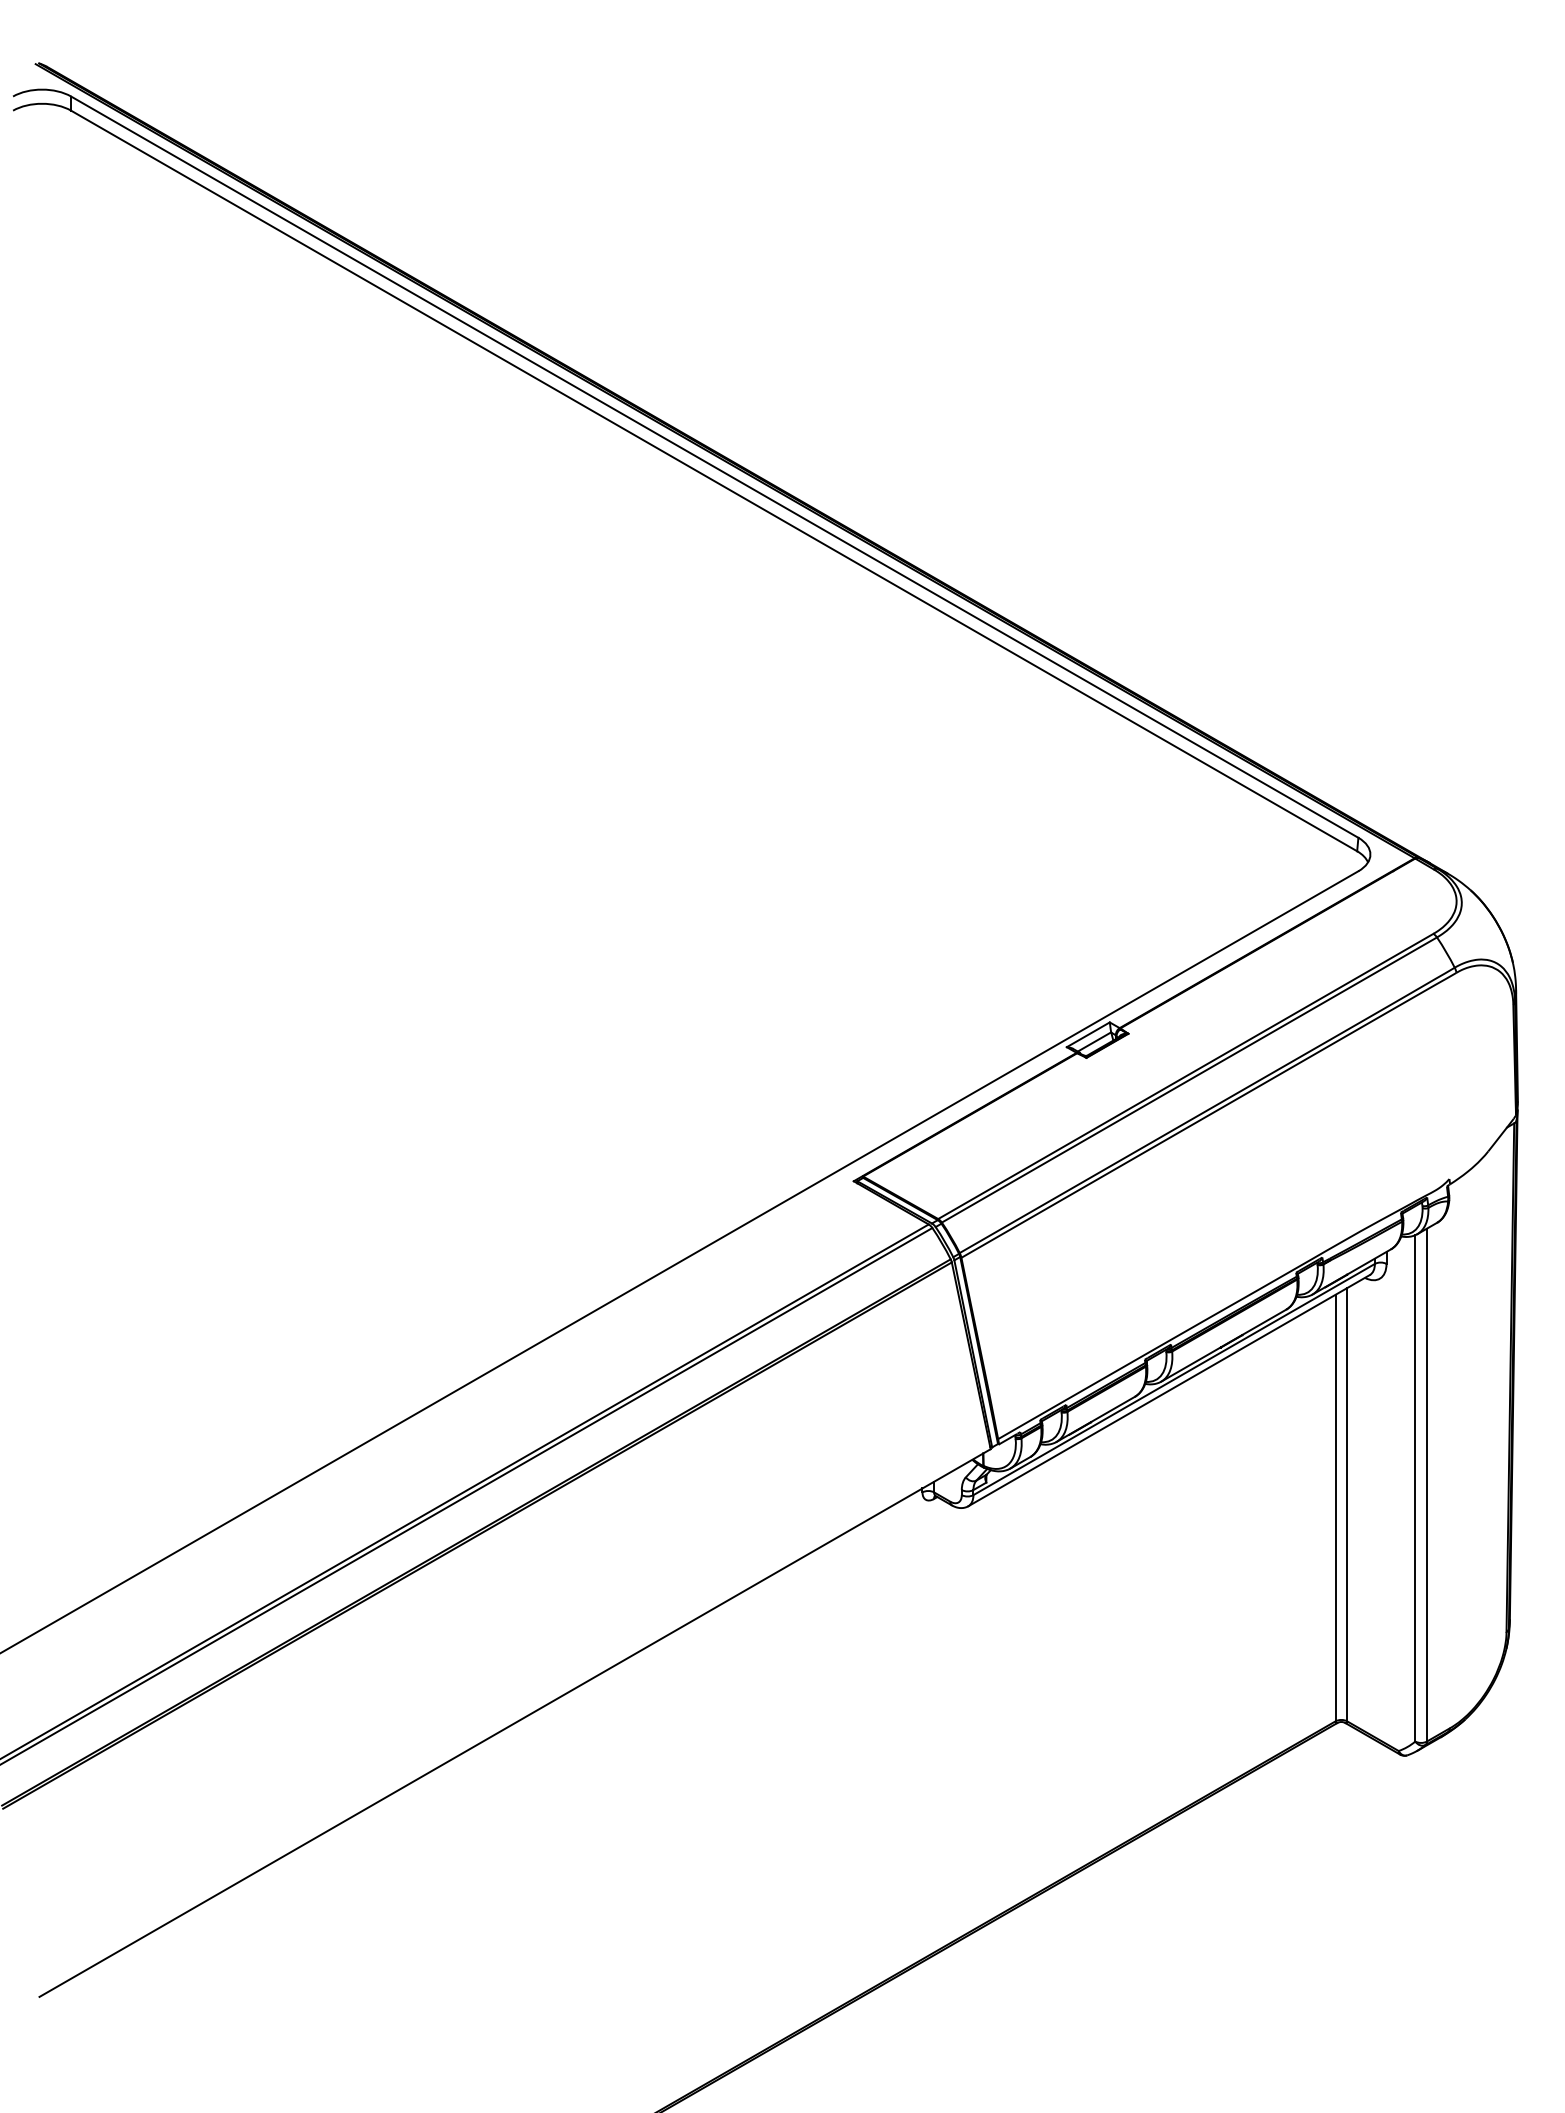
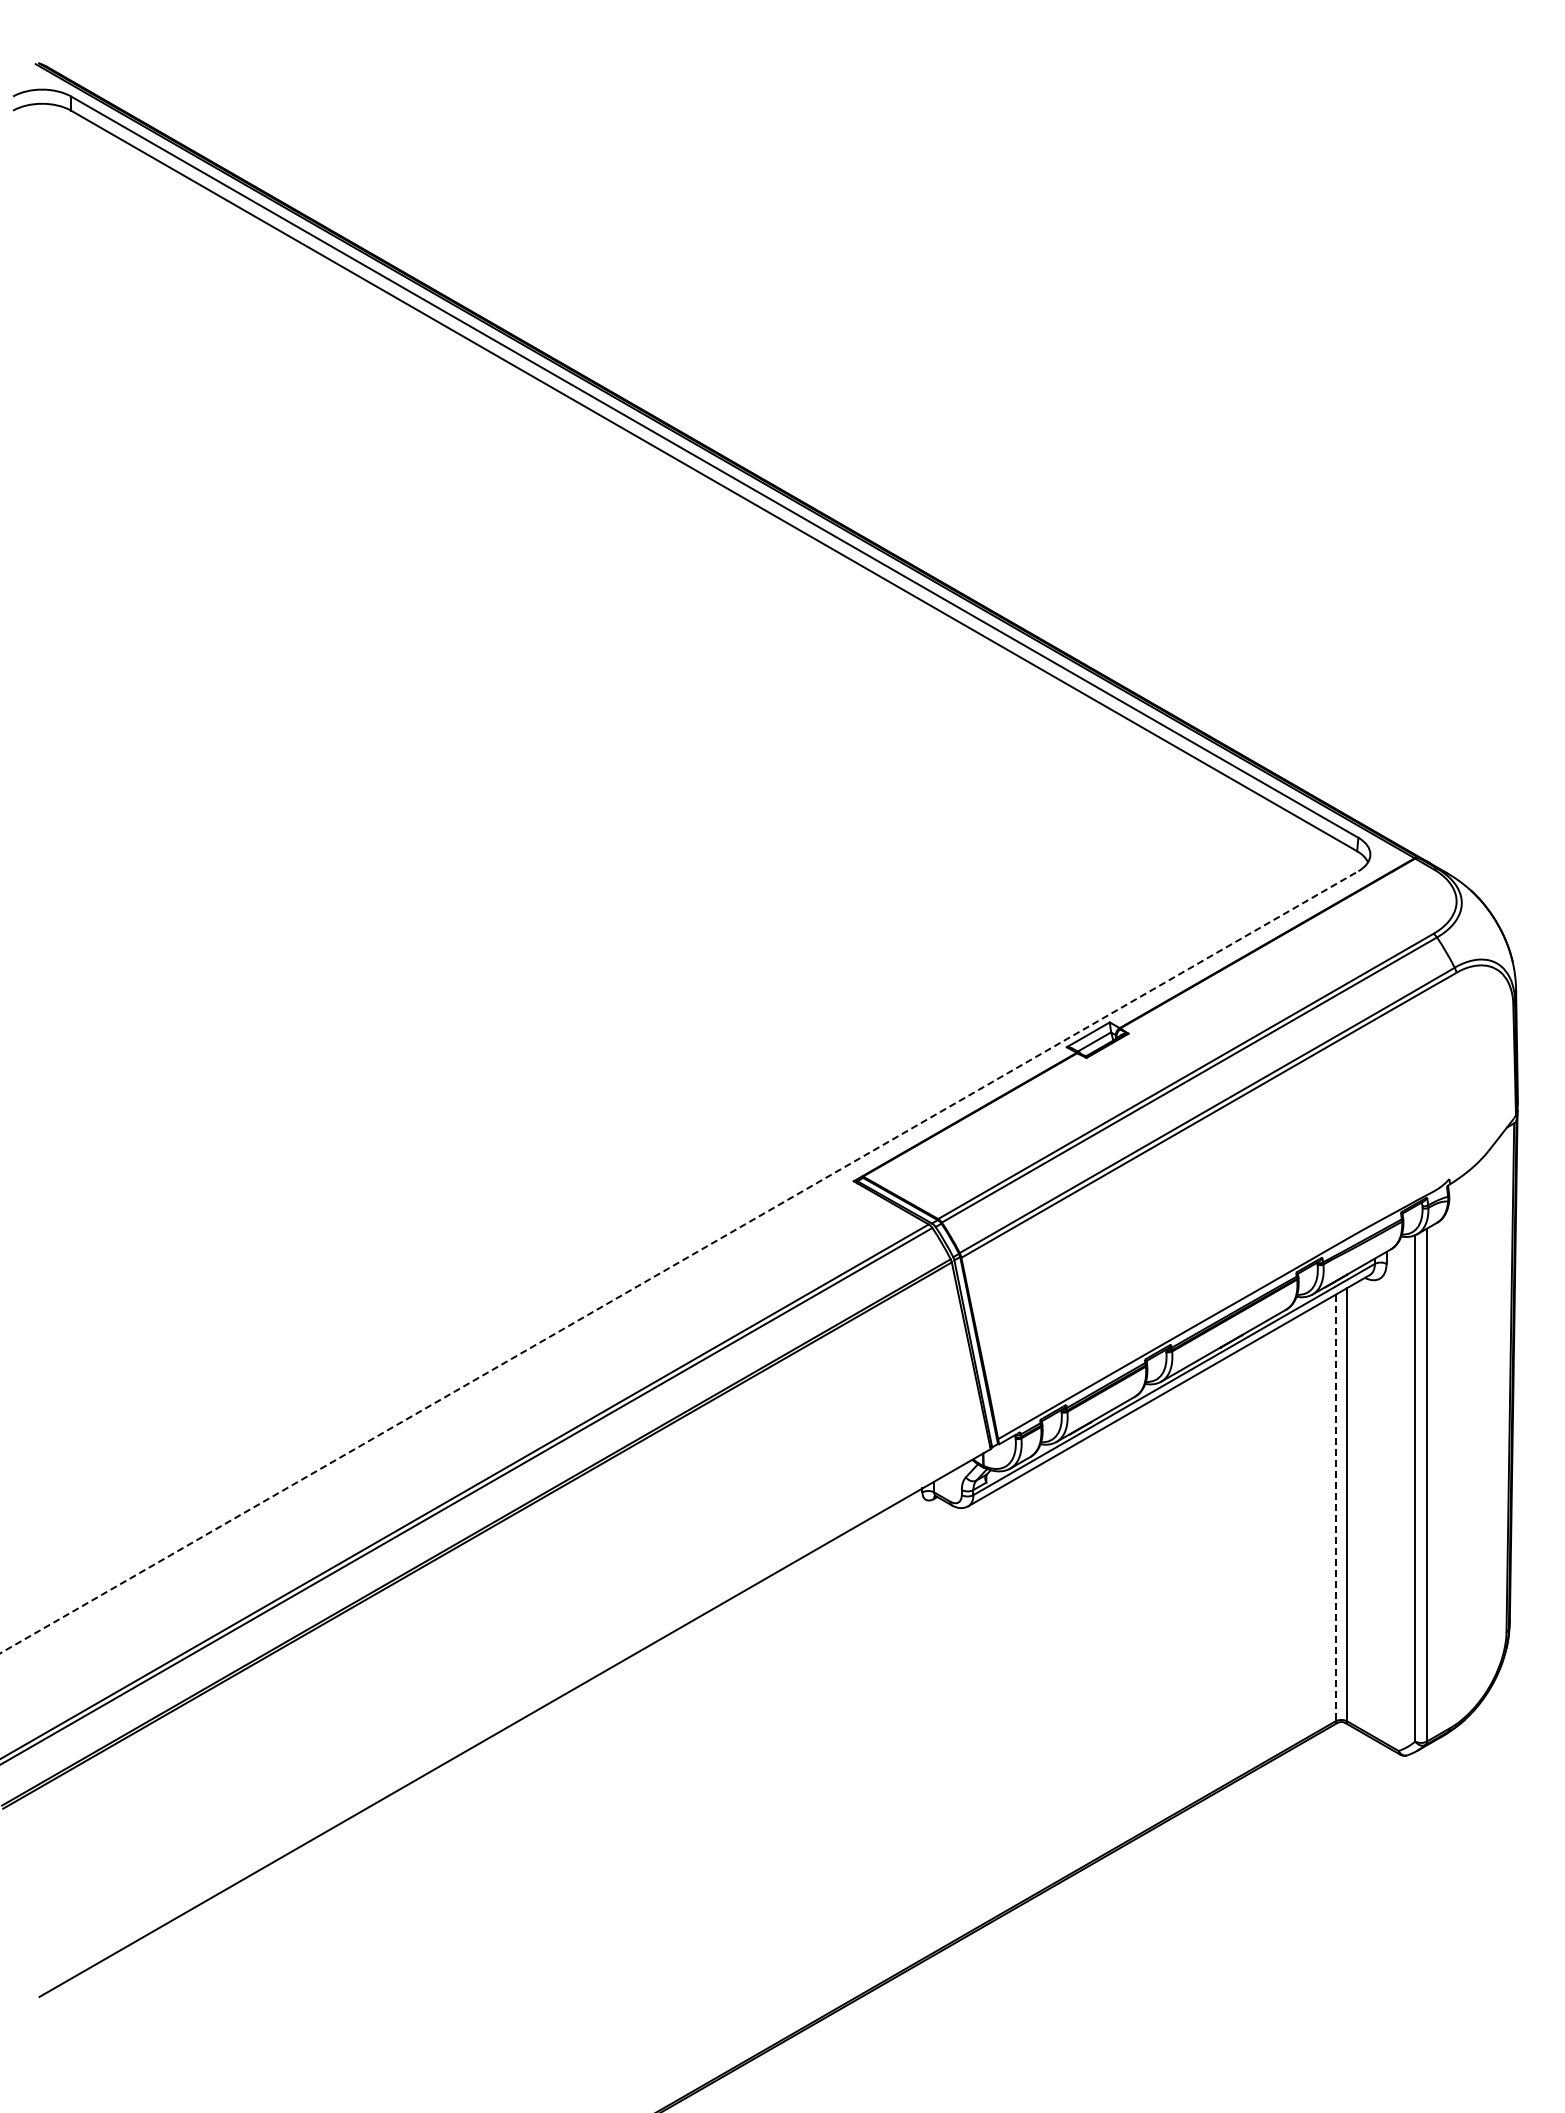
line at (679, 1261): solid -> dashed
line at (1335, 1508): solid -> dashed
